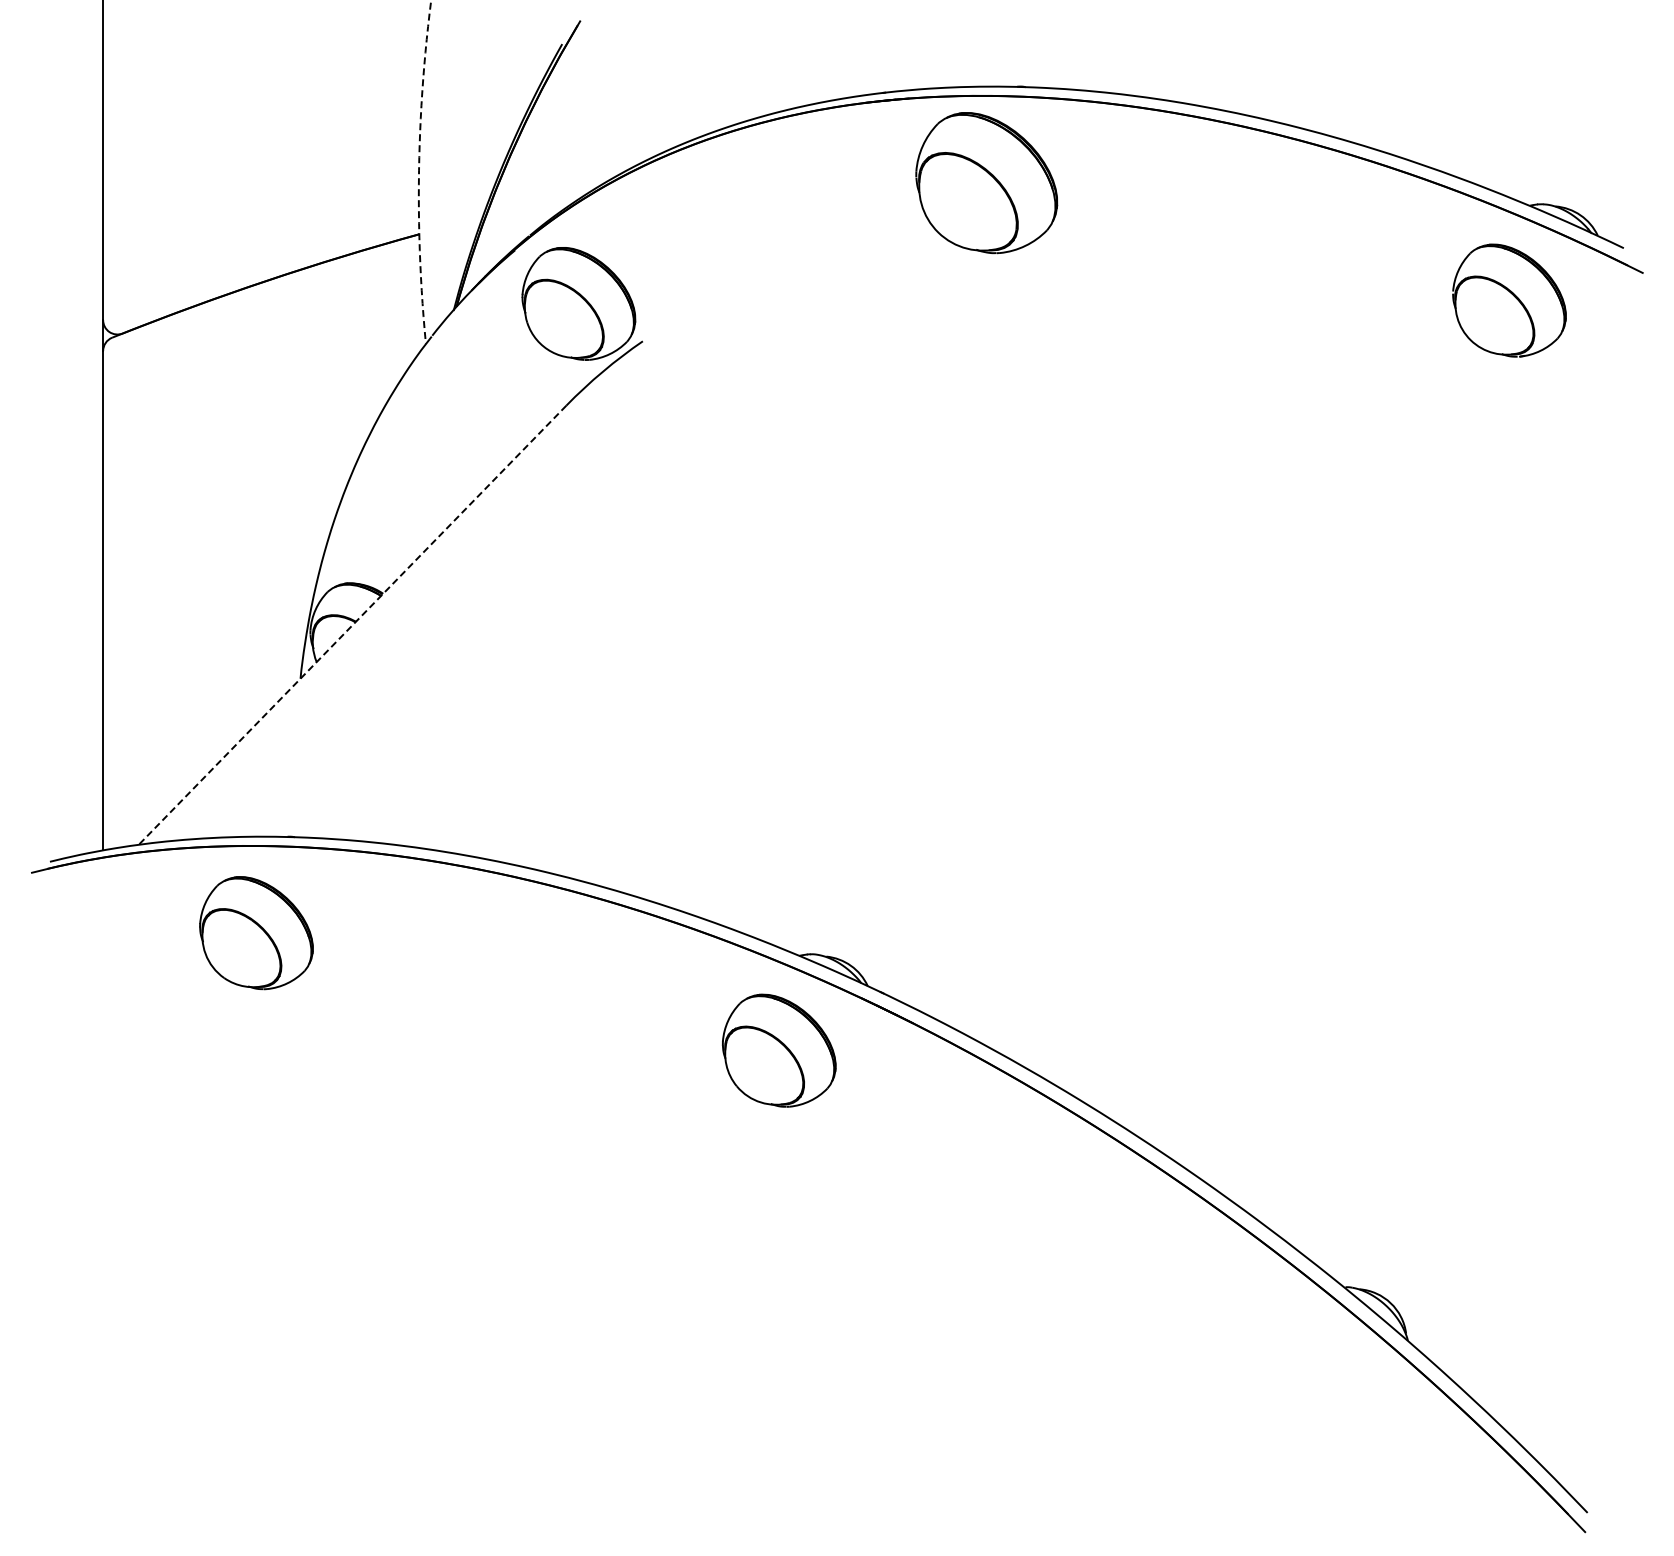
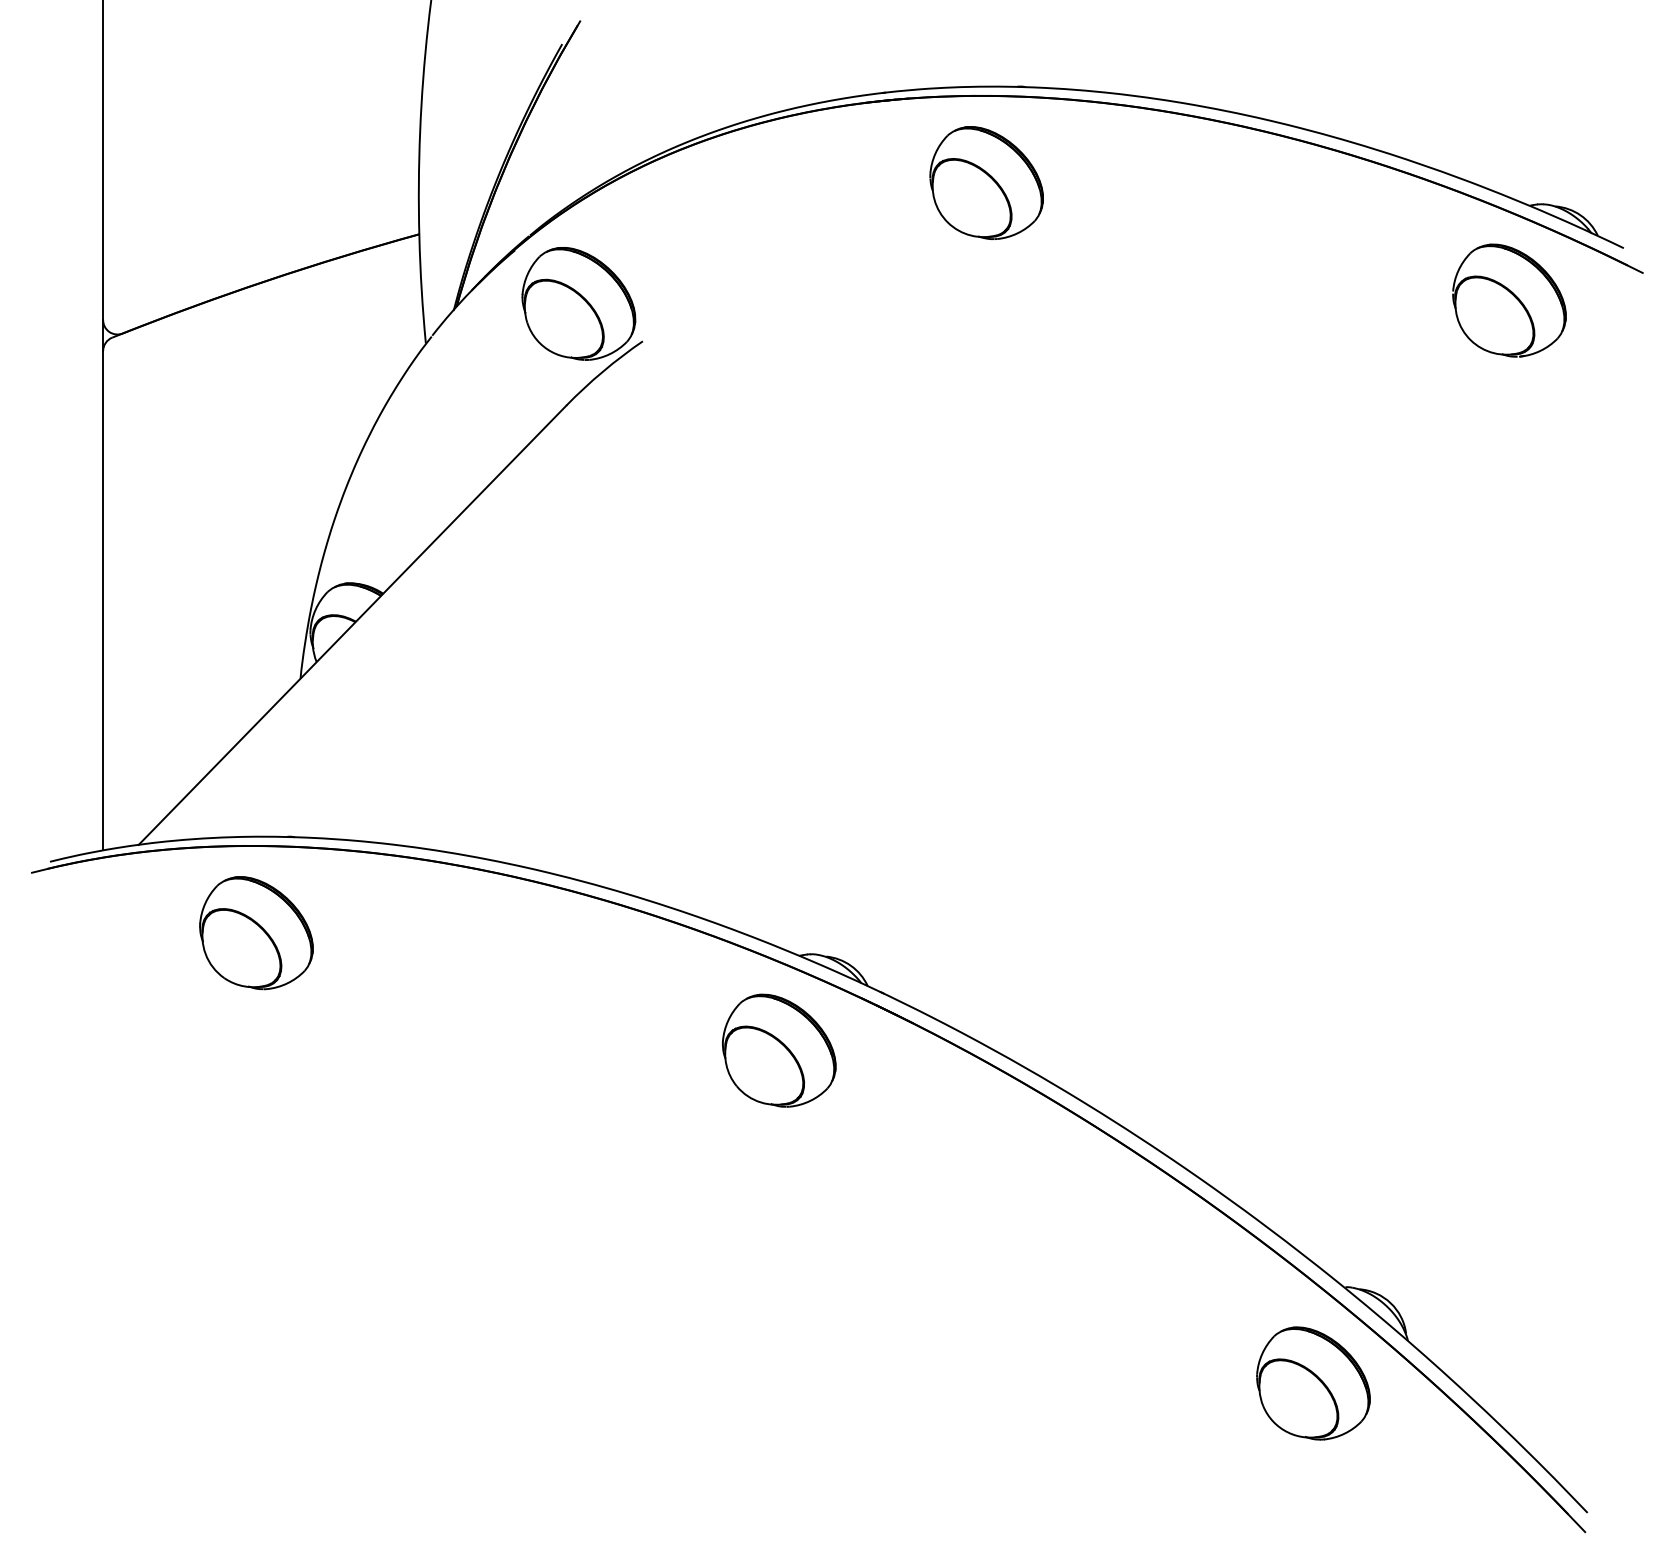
arc at (419, 170): dashed -> solid
part at (986, 183) size: 144x143 px -> 115x114 px
line at (352, 625): dashed -> solid
part at (1313, 1383): none -> present
